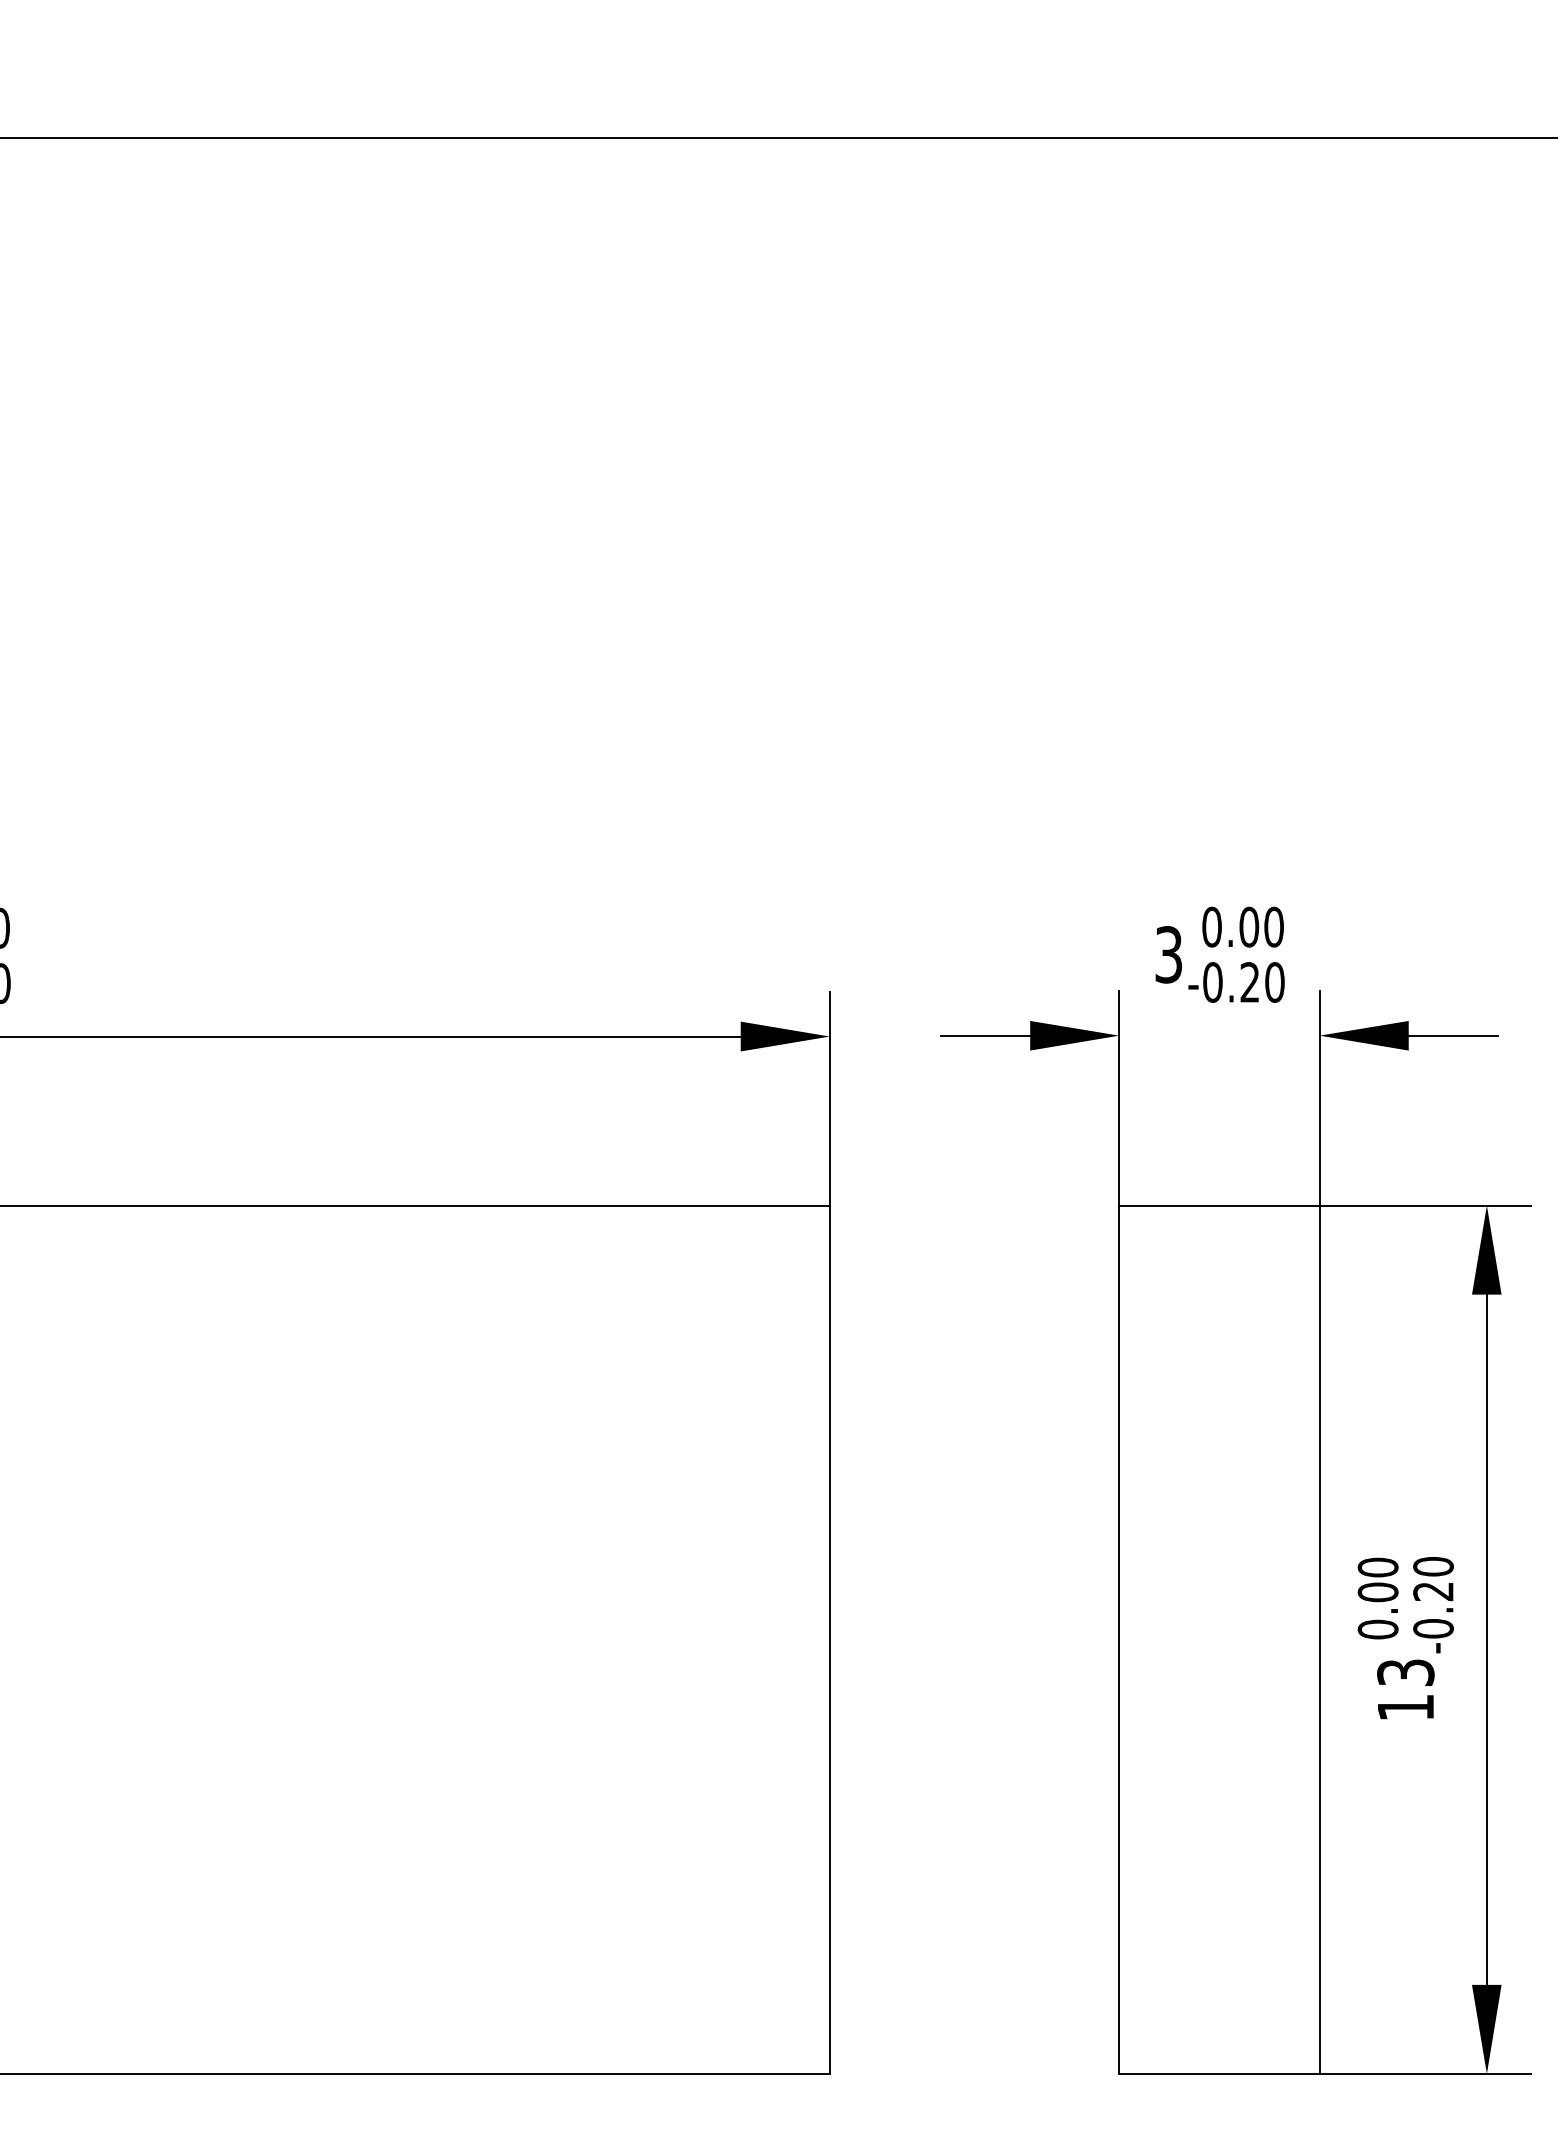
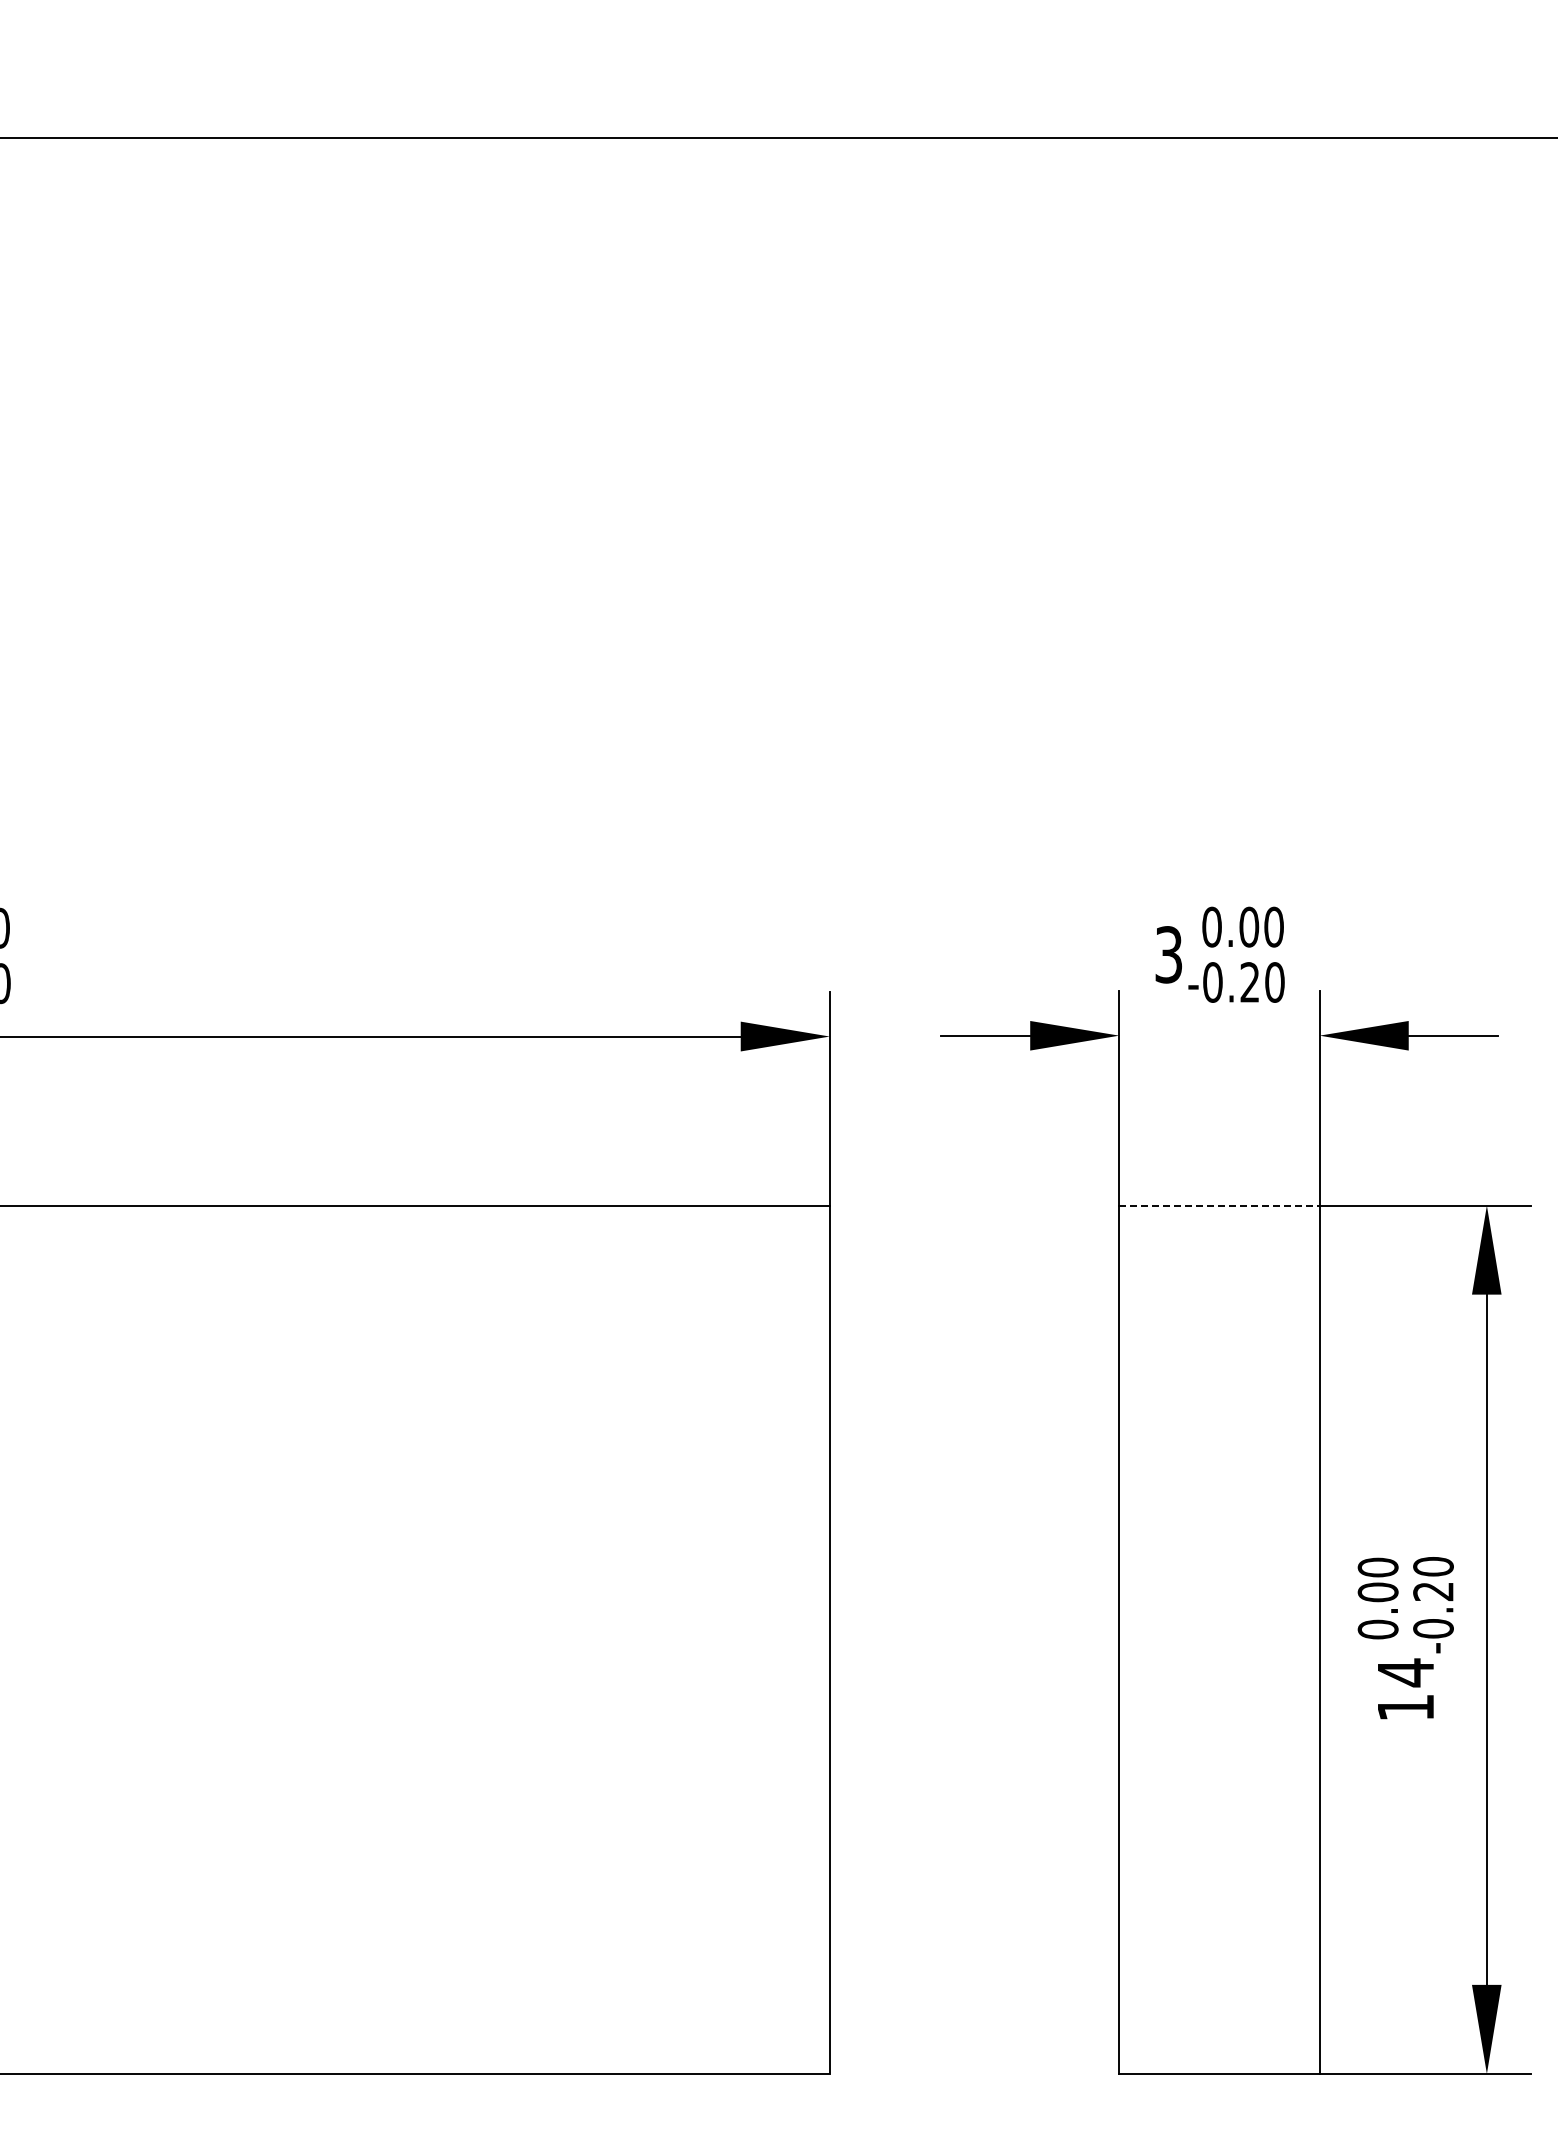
line at (1220, 1205): solid -> dashed
text at (1405, 1672): 13 -> 14
